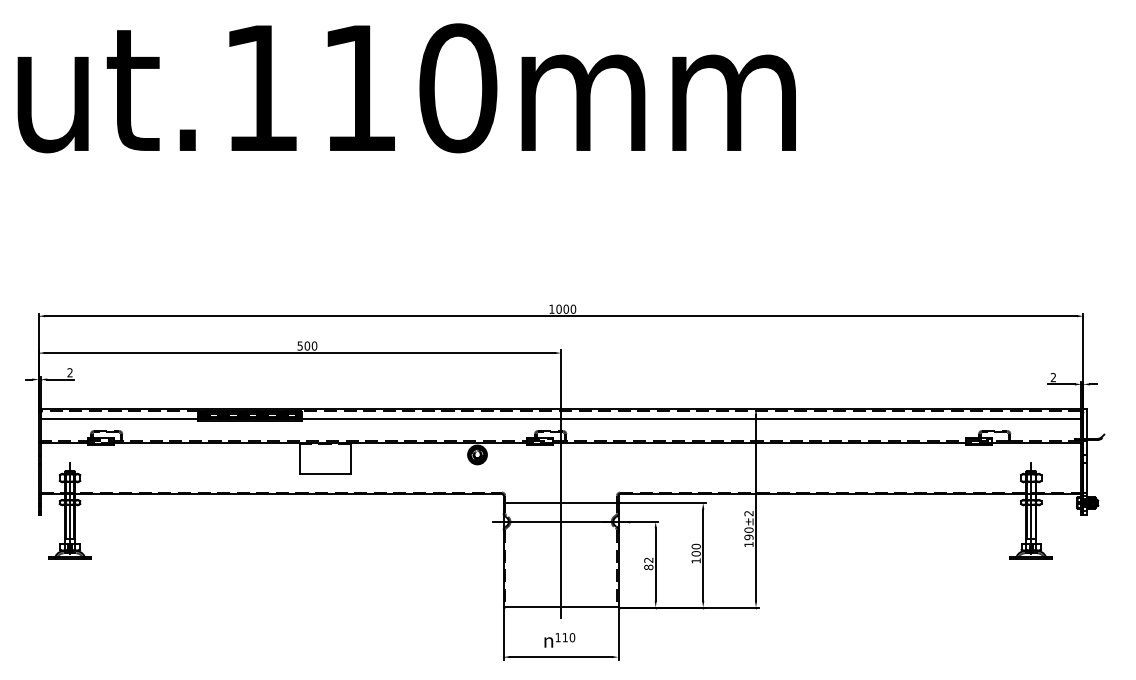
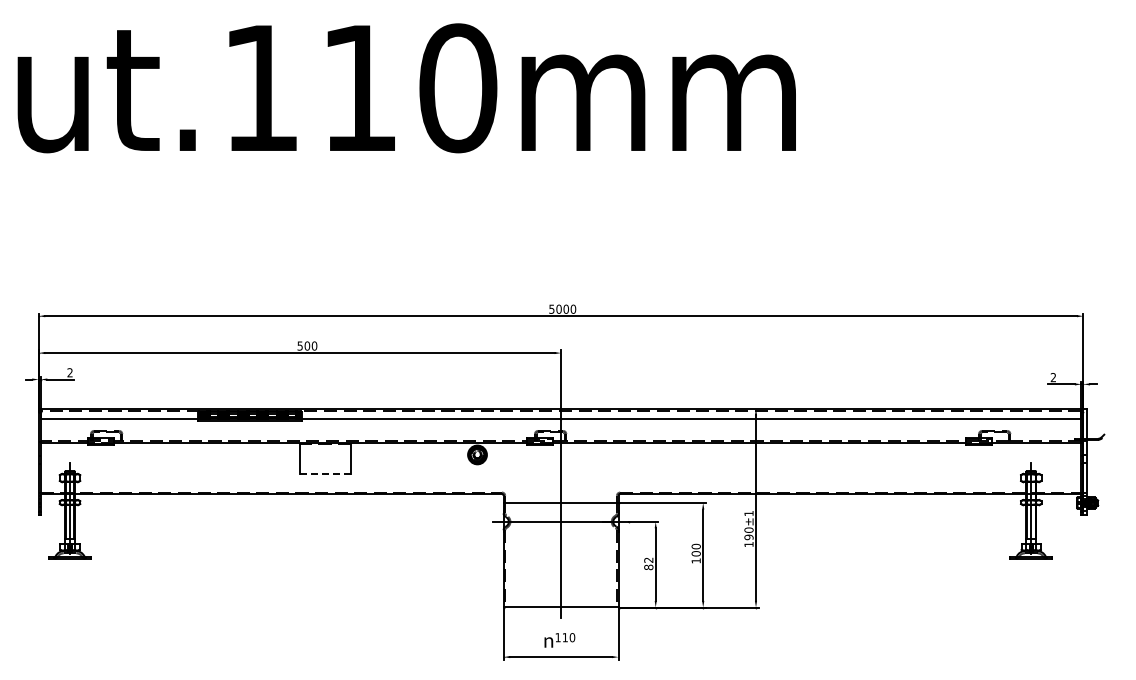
text at (551, 308): 1000 -> 5000
line at (325, 474): solid -> dashed
text at (748, 513): ±2 -> ±1
